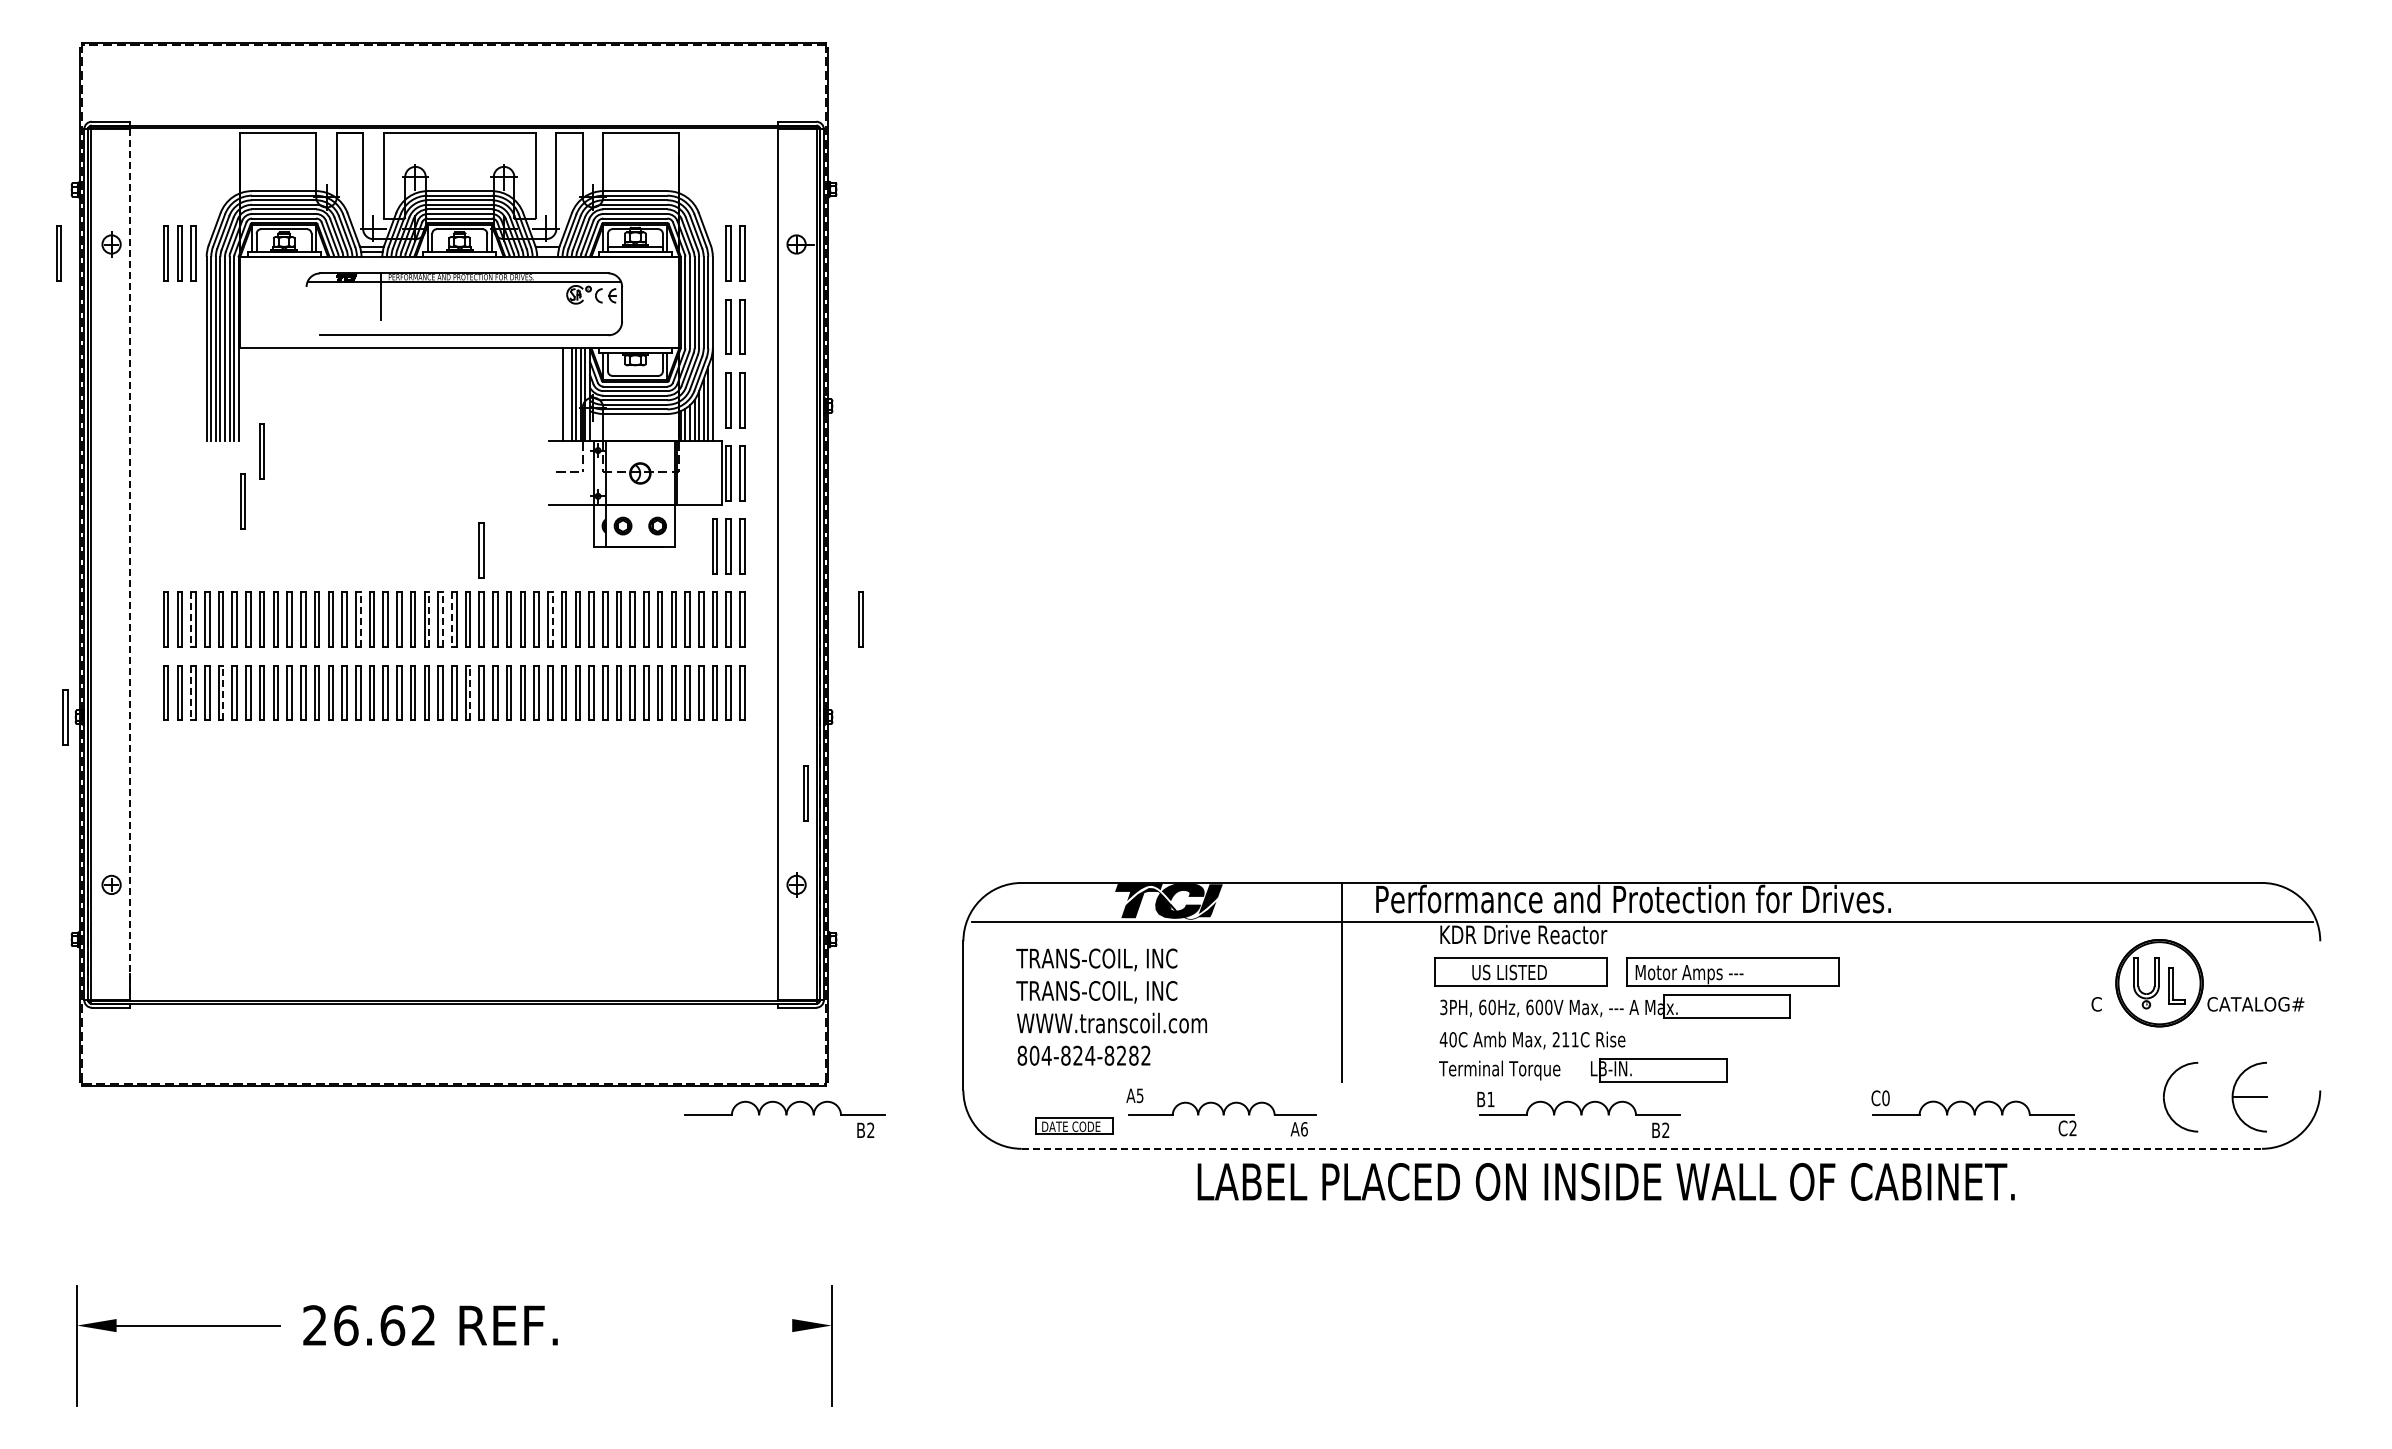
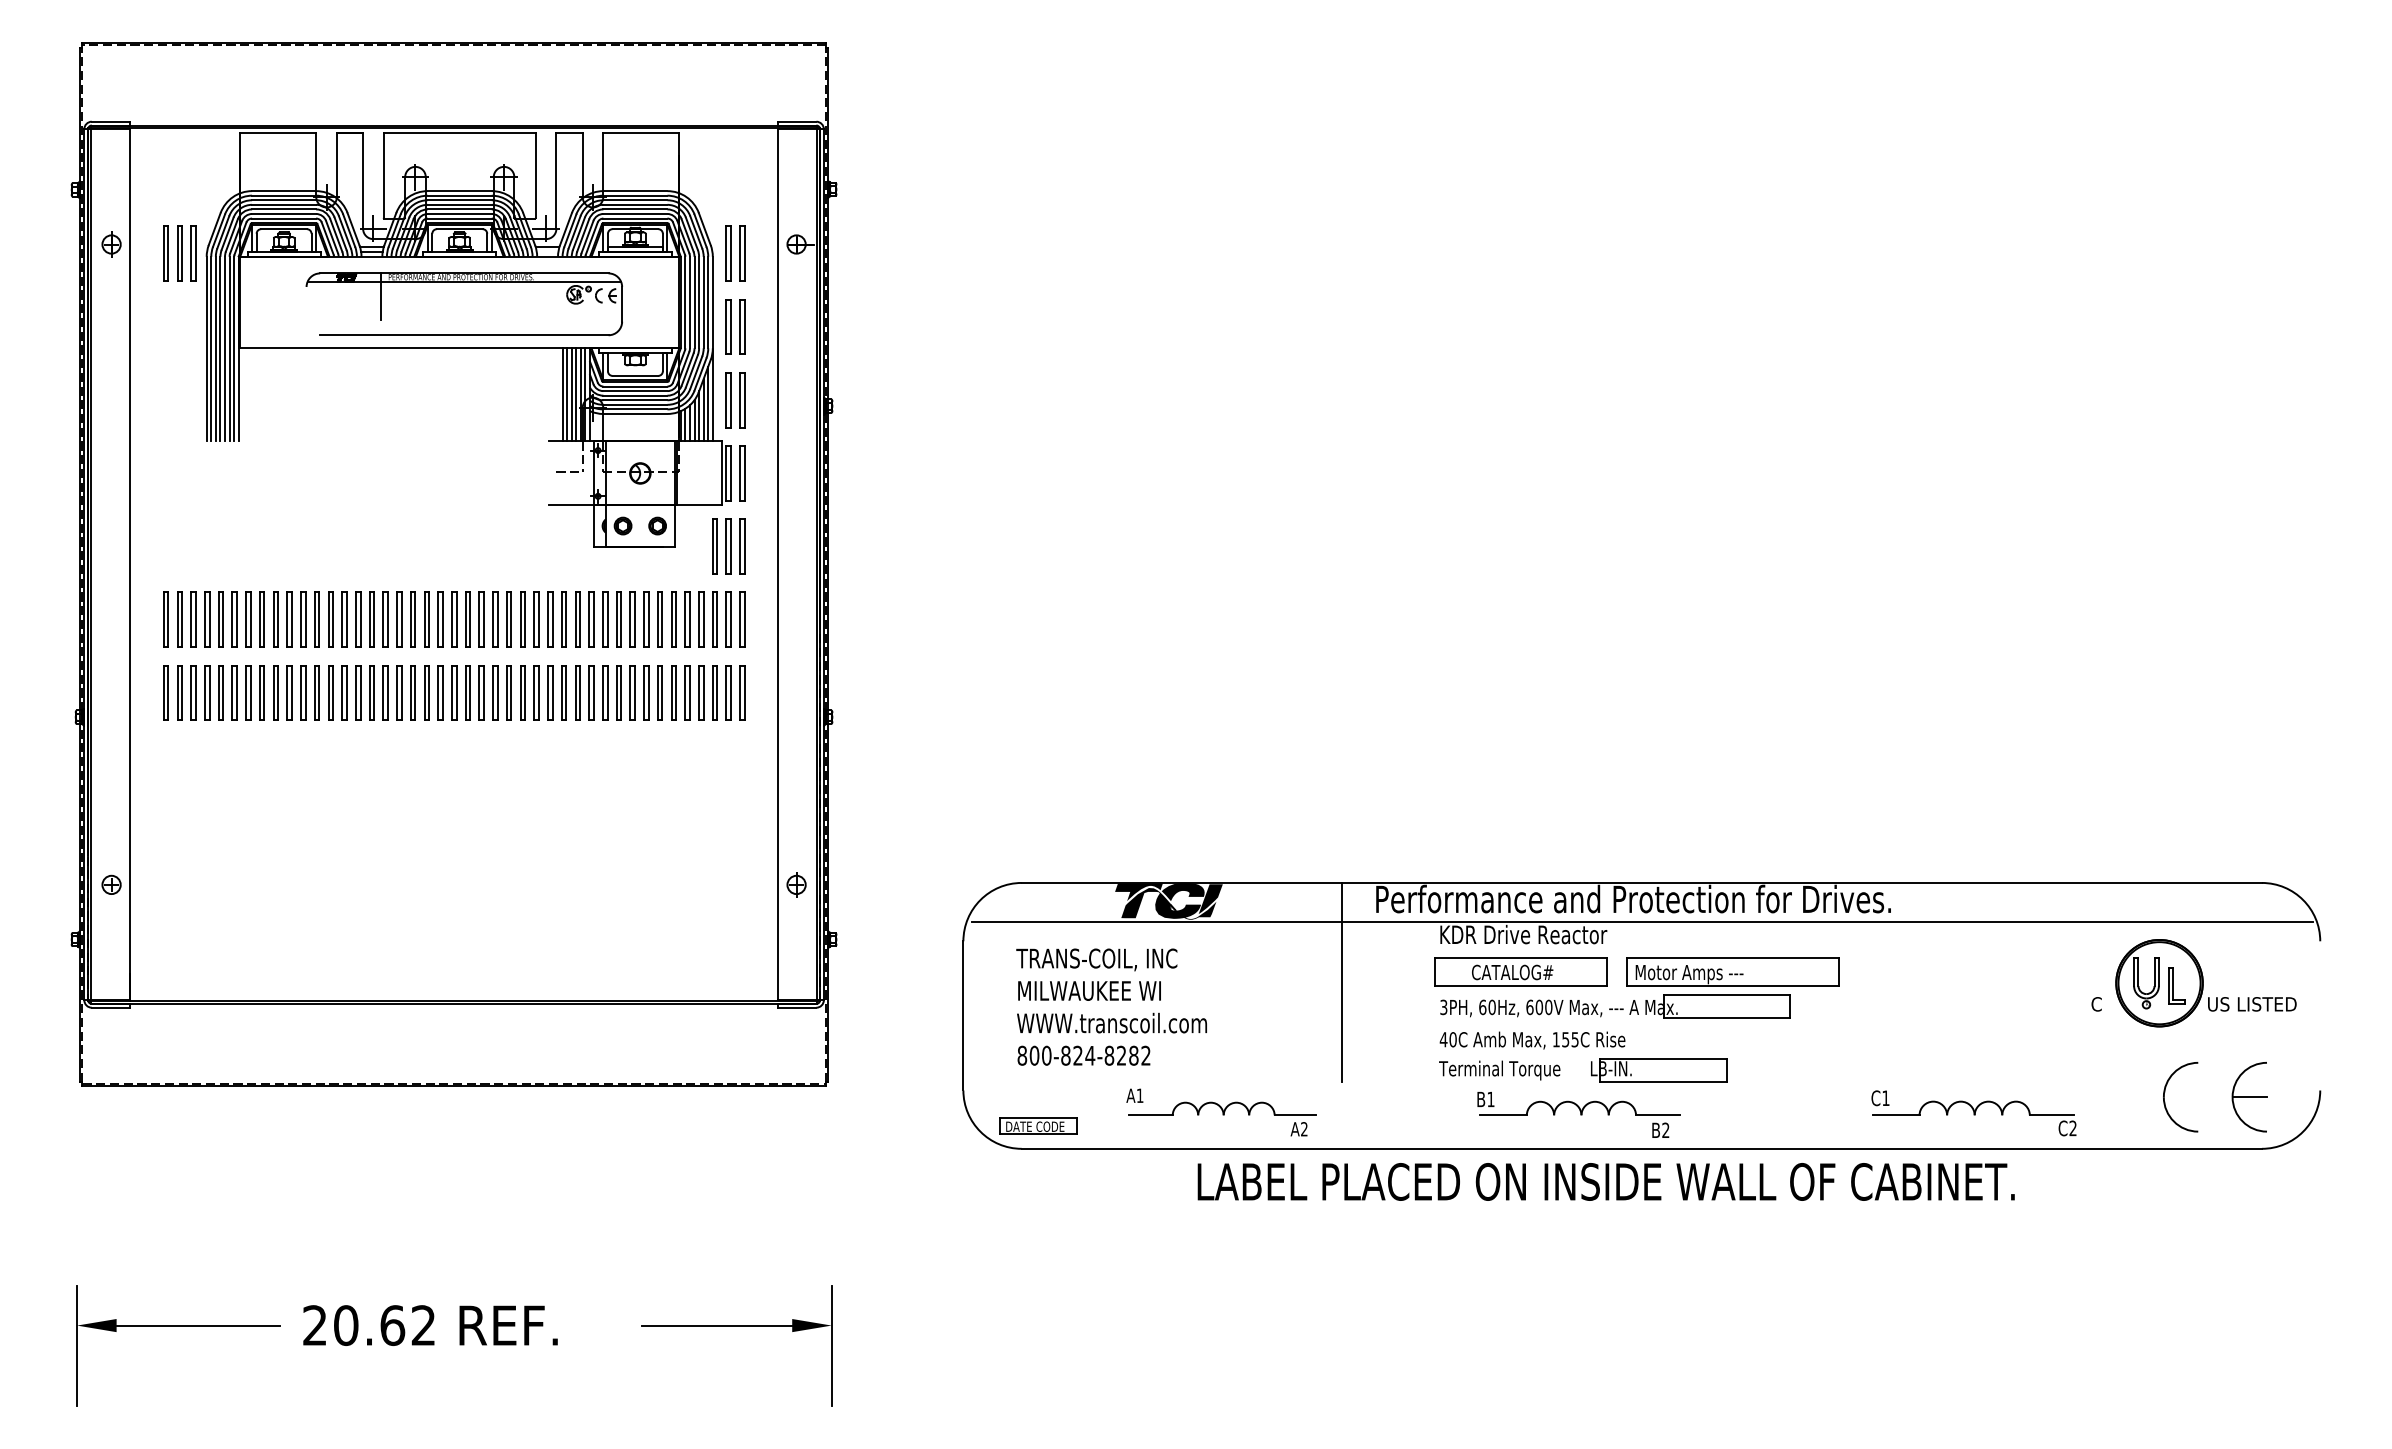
part at (58, 253): present -> none
line at (567, 394): none -> present
part at (261, 451): present -> none
part at (242, 501): present -> none
part at (481, 550): present -> none
line at (130, 564): dashed -> solid
line at (360, 619): dashed -> solid
line at (429, 619): dashed -> solid
line at (442, 619): dashed -> solid
line at (552, 619): dashed -> solid
part at (860, 619): present -> none
line at (191, 620): dashed -> solid
line at (452, 620): dashed -> solid
line at (223, 692): dashed -> solid
line at (470, 692): dashed -> solid
line at (191, 693): dashed -> solid
part at (65, 717): present -> none
part at (805, 793): present -> none
text at (1512, 972): US LISTED -> CATALOG#
text at (1096, 992): TRANS-COIL, INC -> MILWAUKEE WI
text at (2255, 1004): CATALOG# -> US LISTED
text at (1565, 1039): 211C -> 155C
text at (1046, 1055): 804-824-8282 -> 800-824-8282
text at (1139, 1095): A5 -> A1
text at (1885, 1098): C0 -> C1
part at (784, 1118): present -> none
part at (1074, 1125) position: (1074, 1125) -> (1038, 1125)
text at (1304, 1129): A6 -> A2
line at (1642, 1148): dashed -> solid
text at (346, 1325): 26.62 -> 20.62
line at (717, 1325): none -> present
